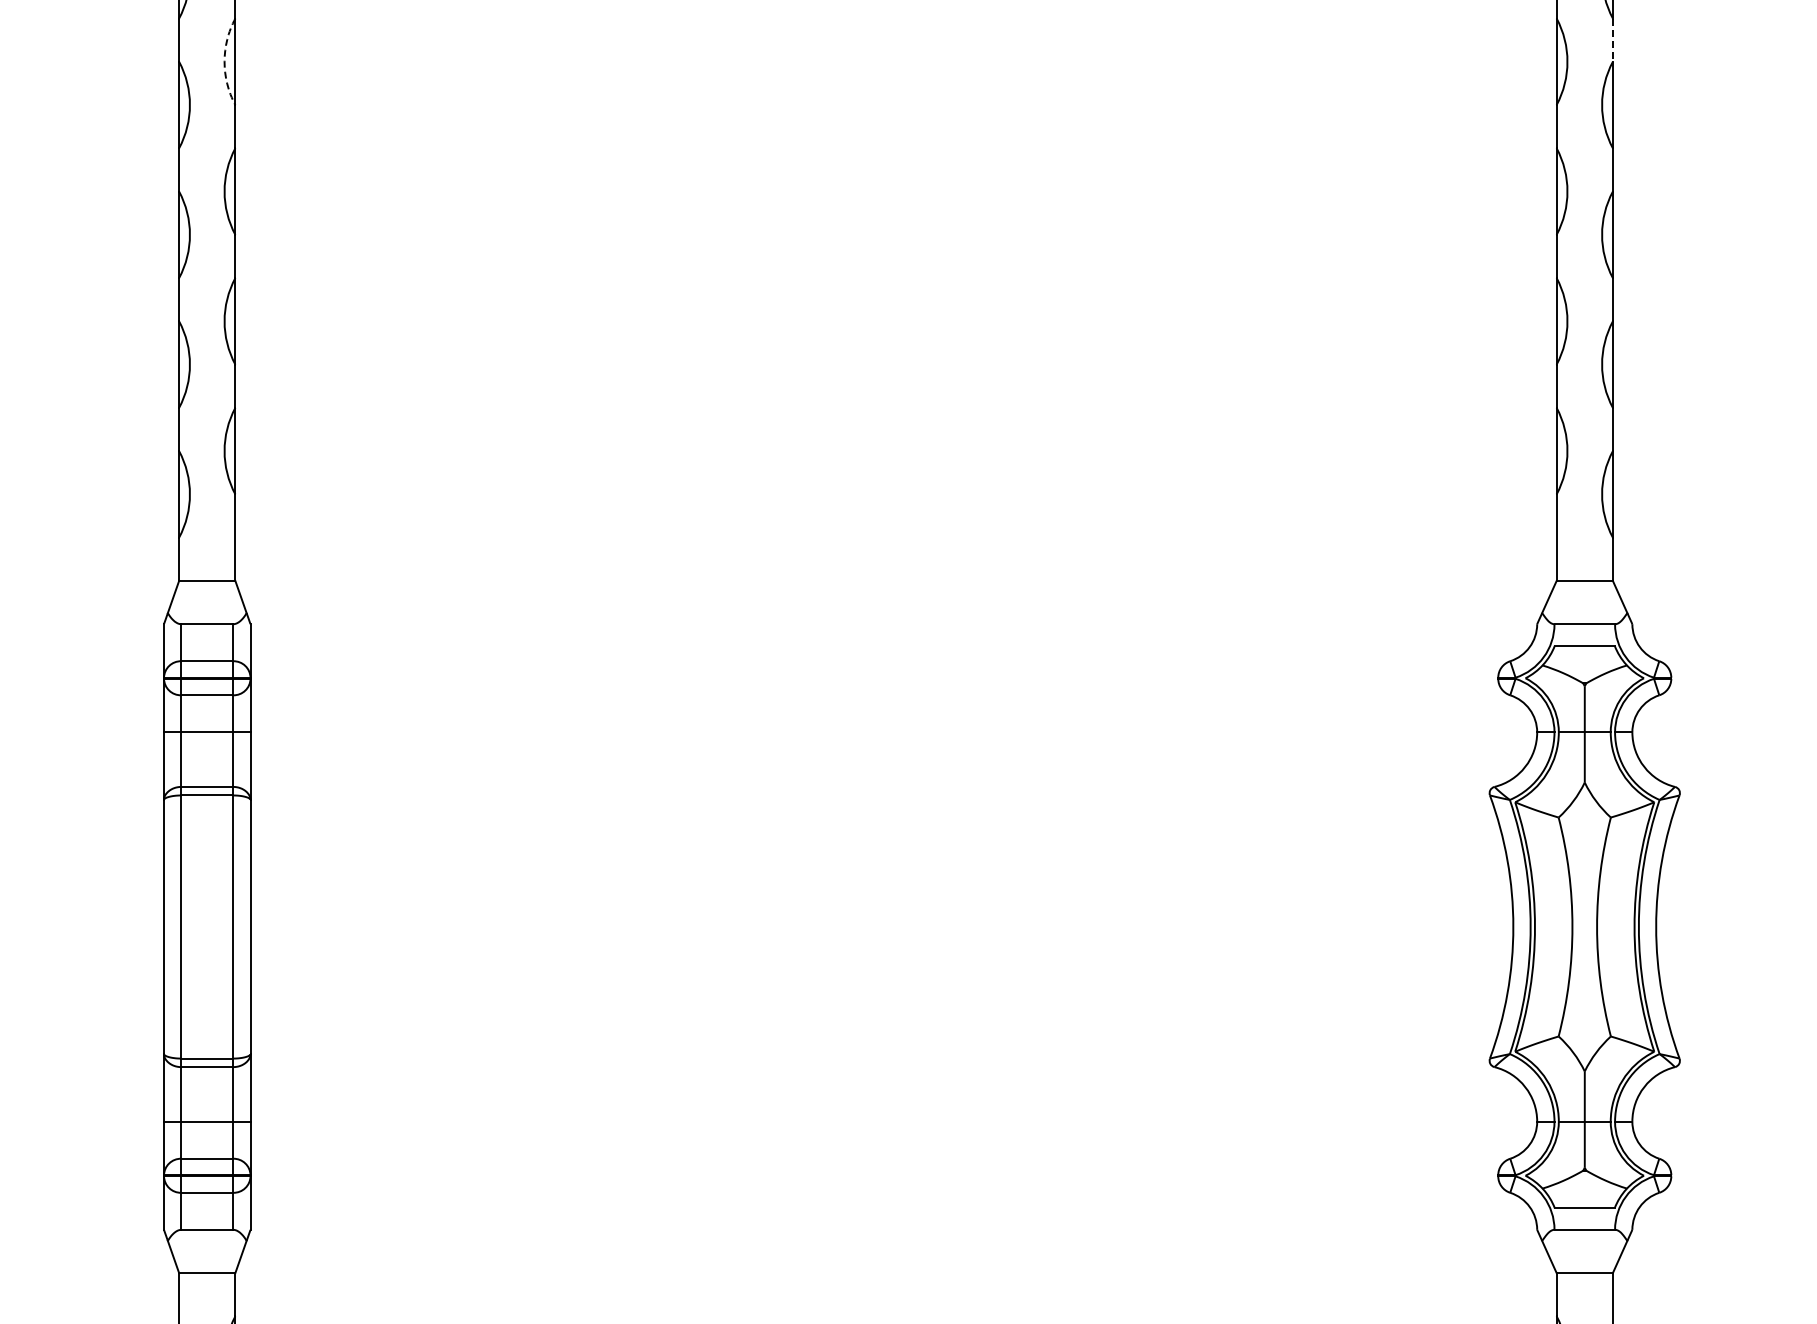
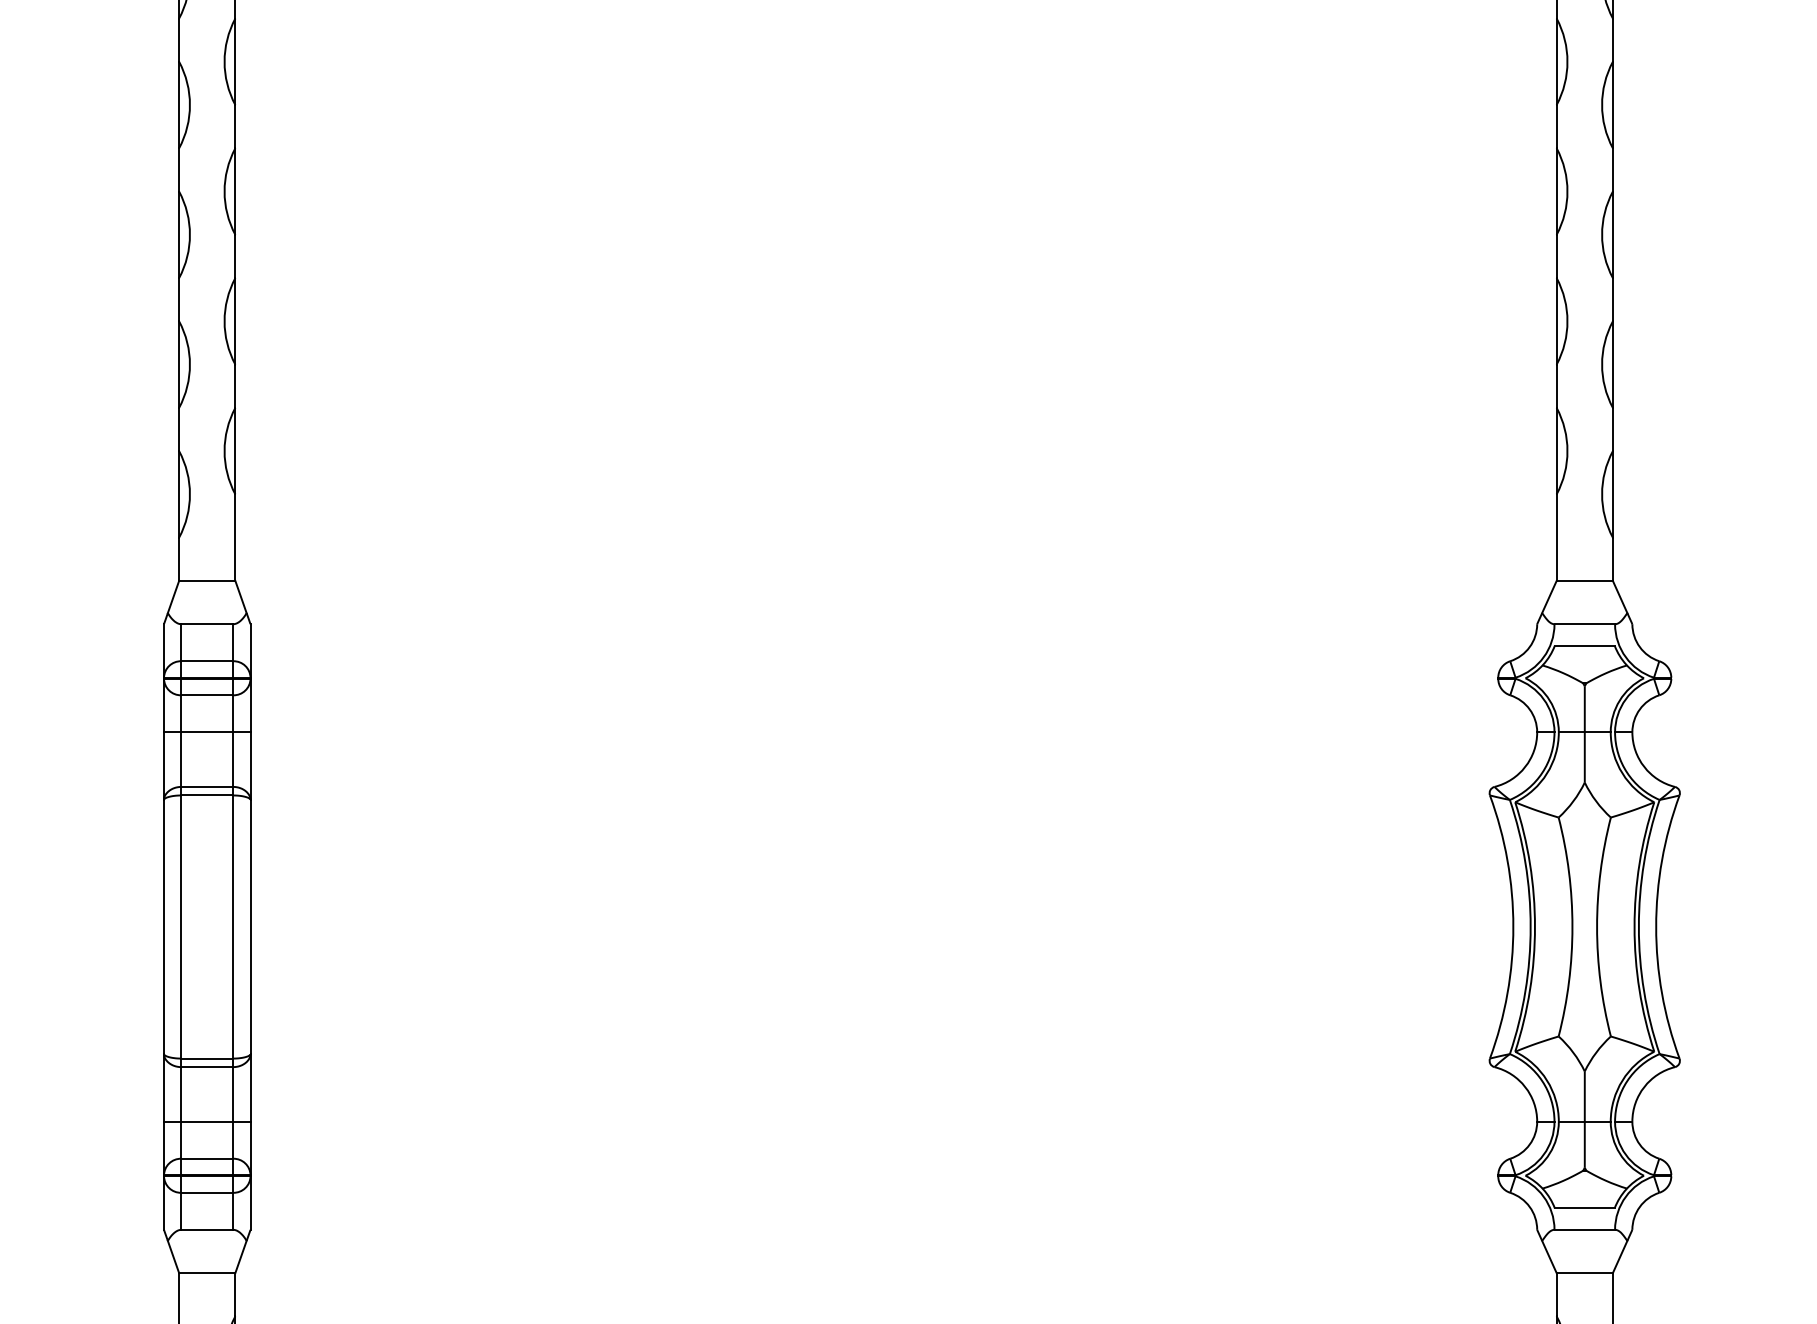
line at (1612, 40): dashed -> solid
arc at (224, 61): dashed -> solid
